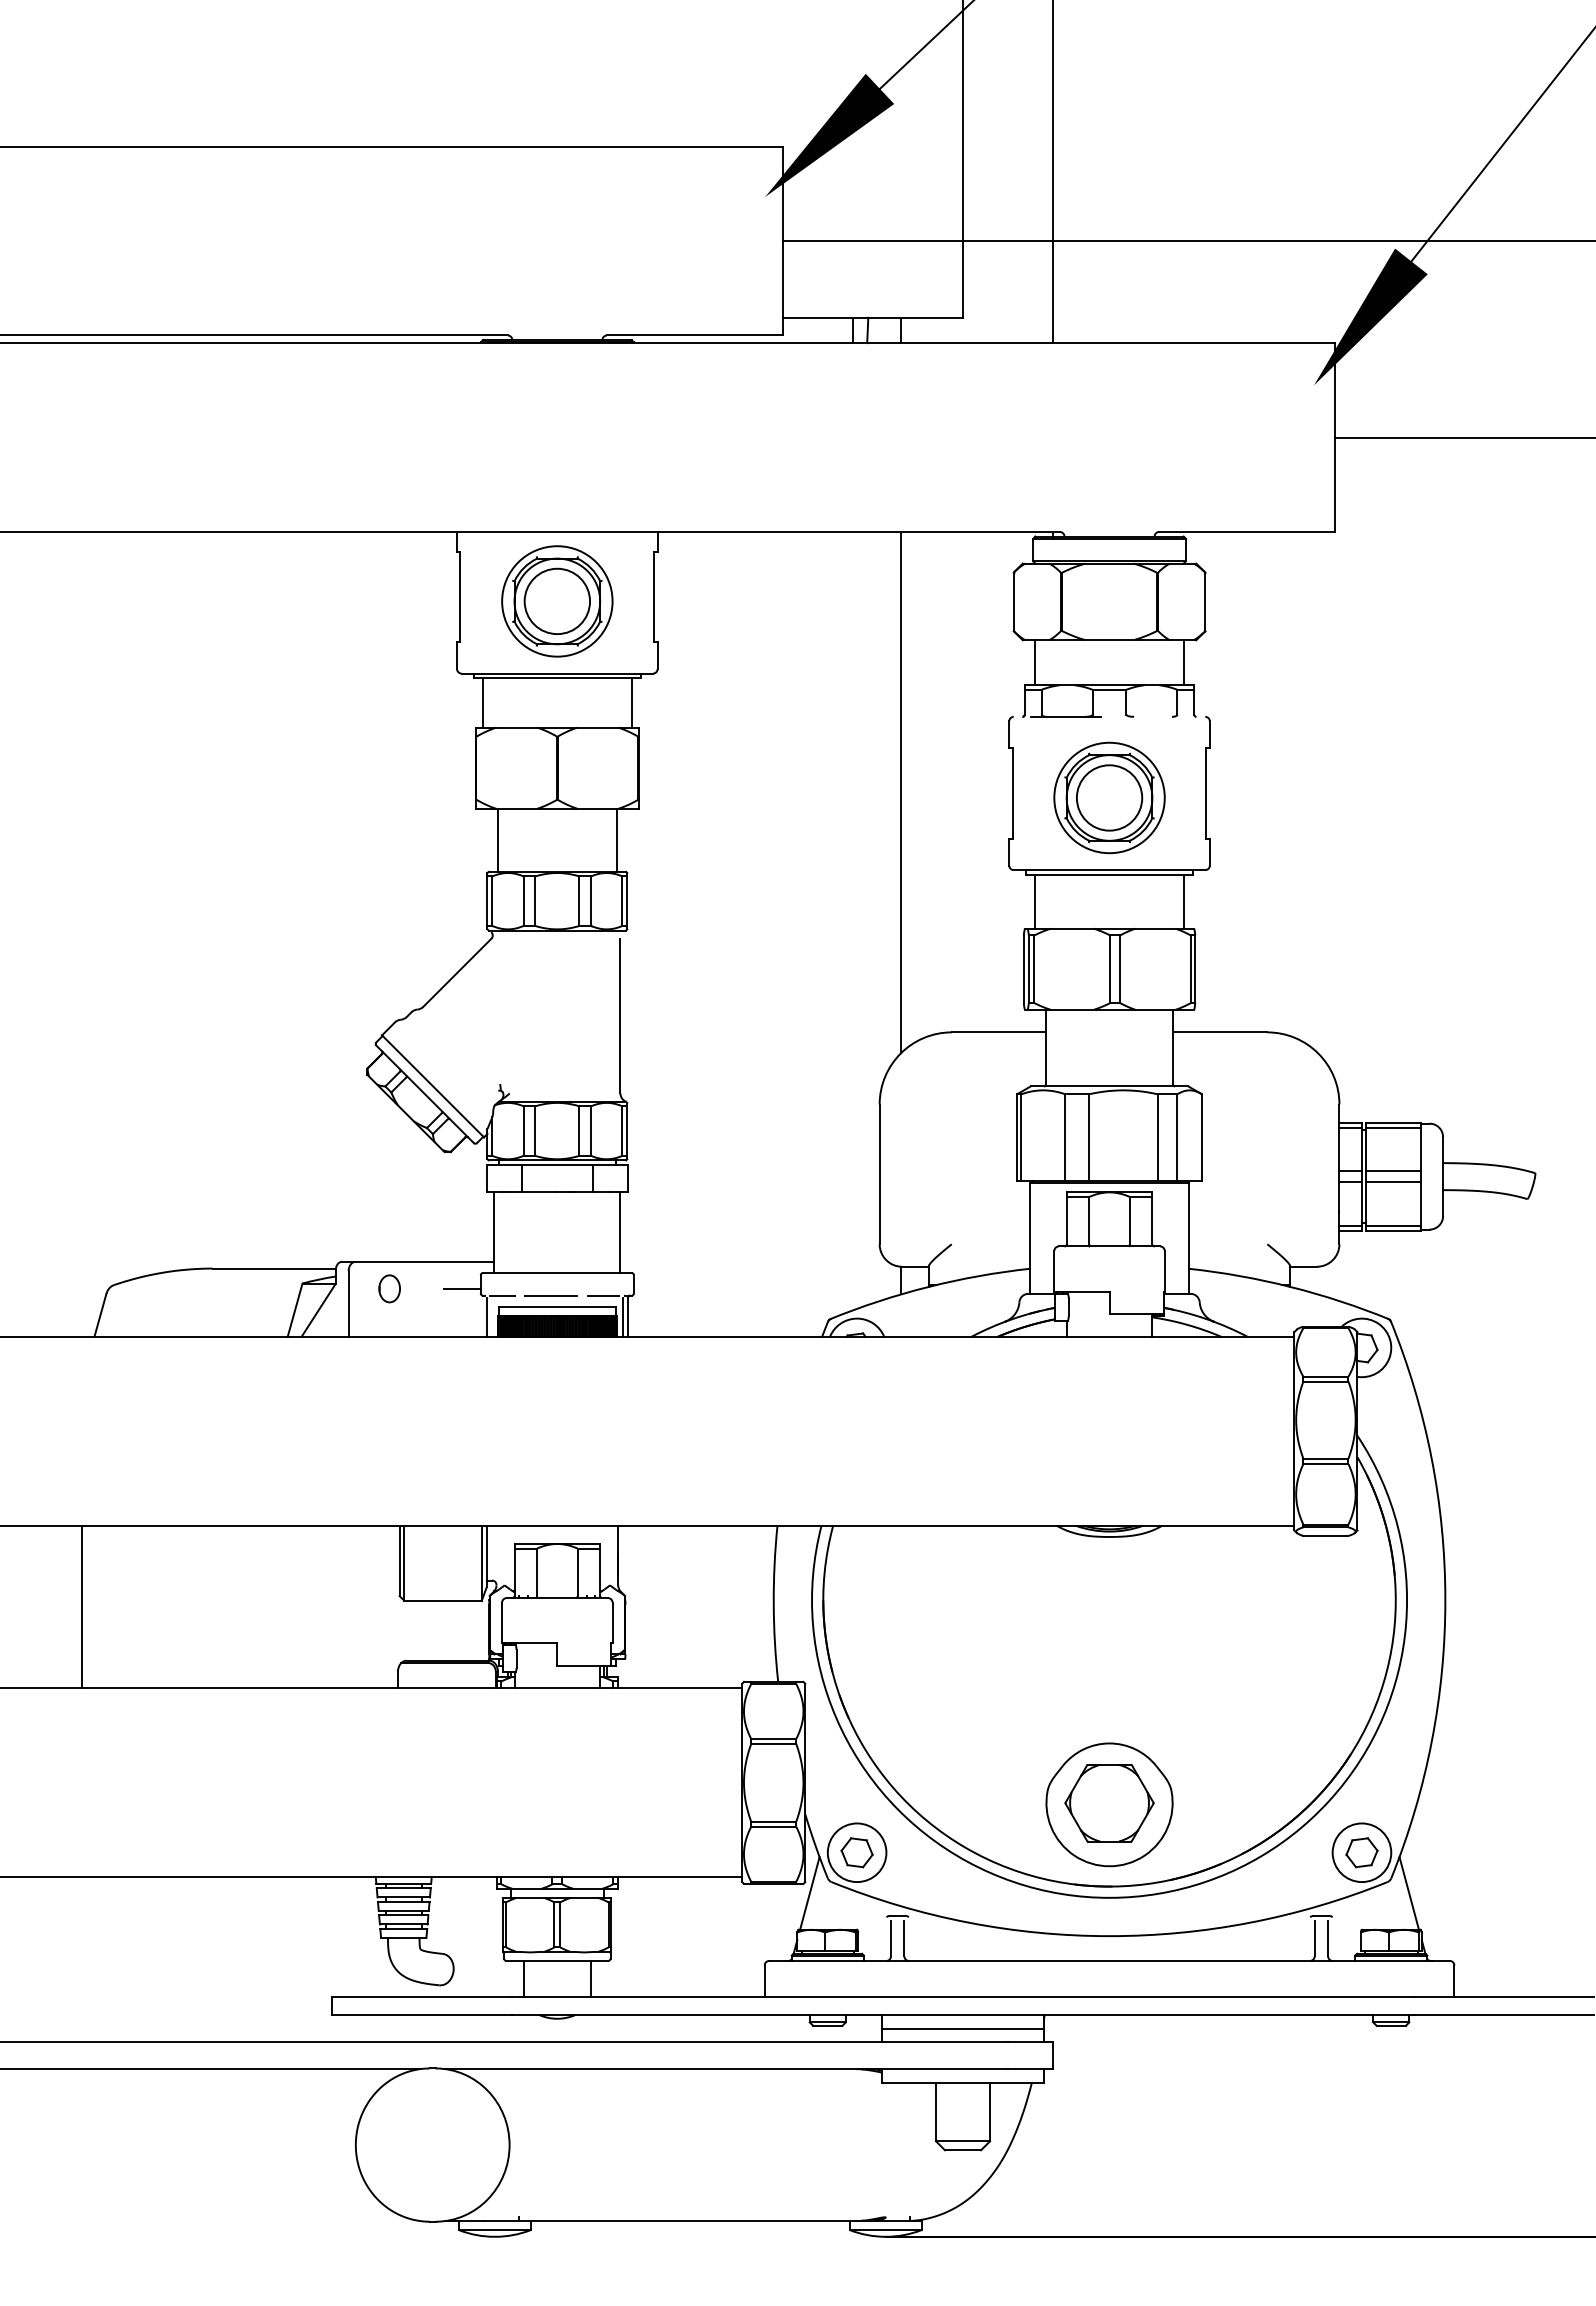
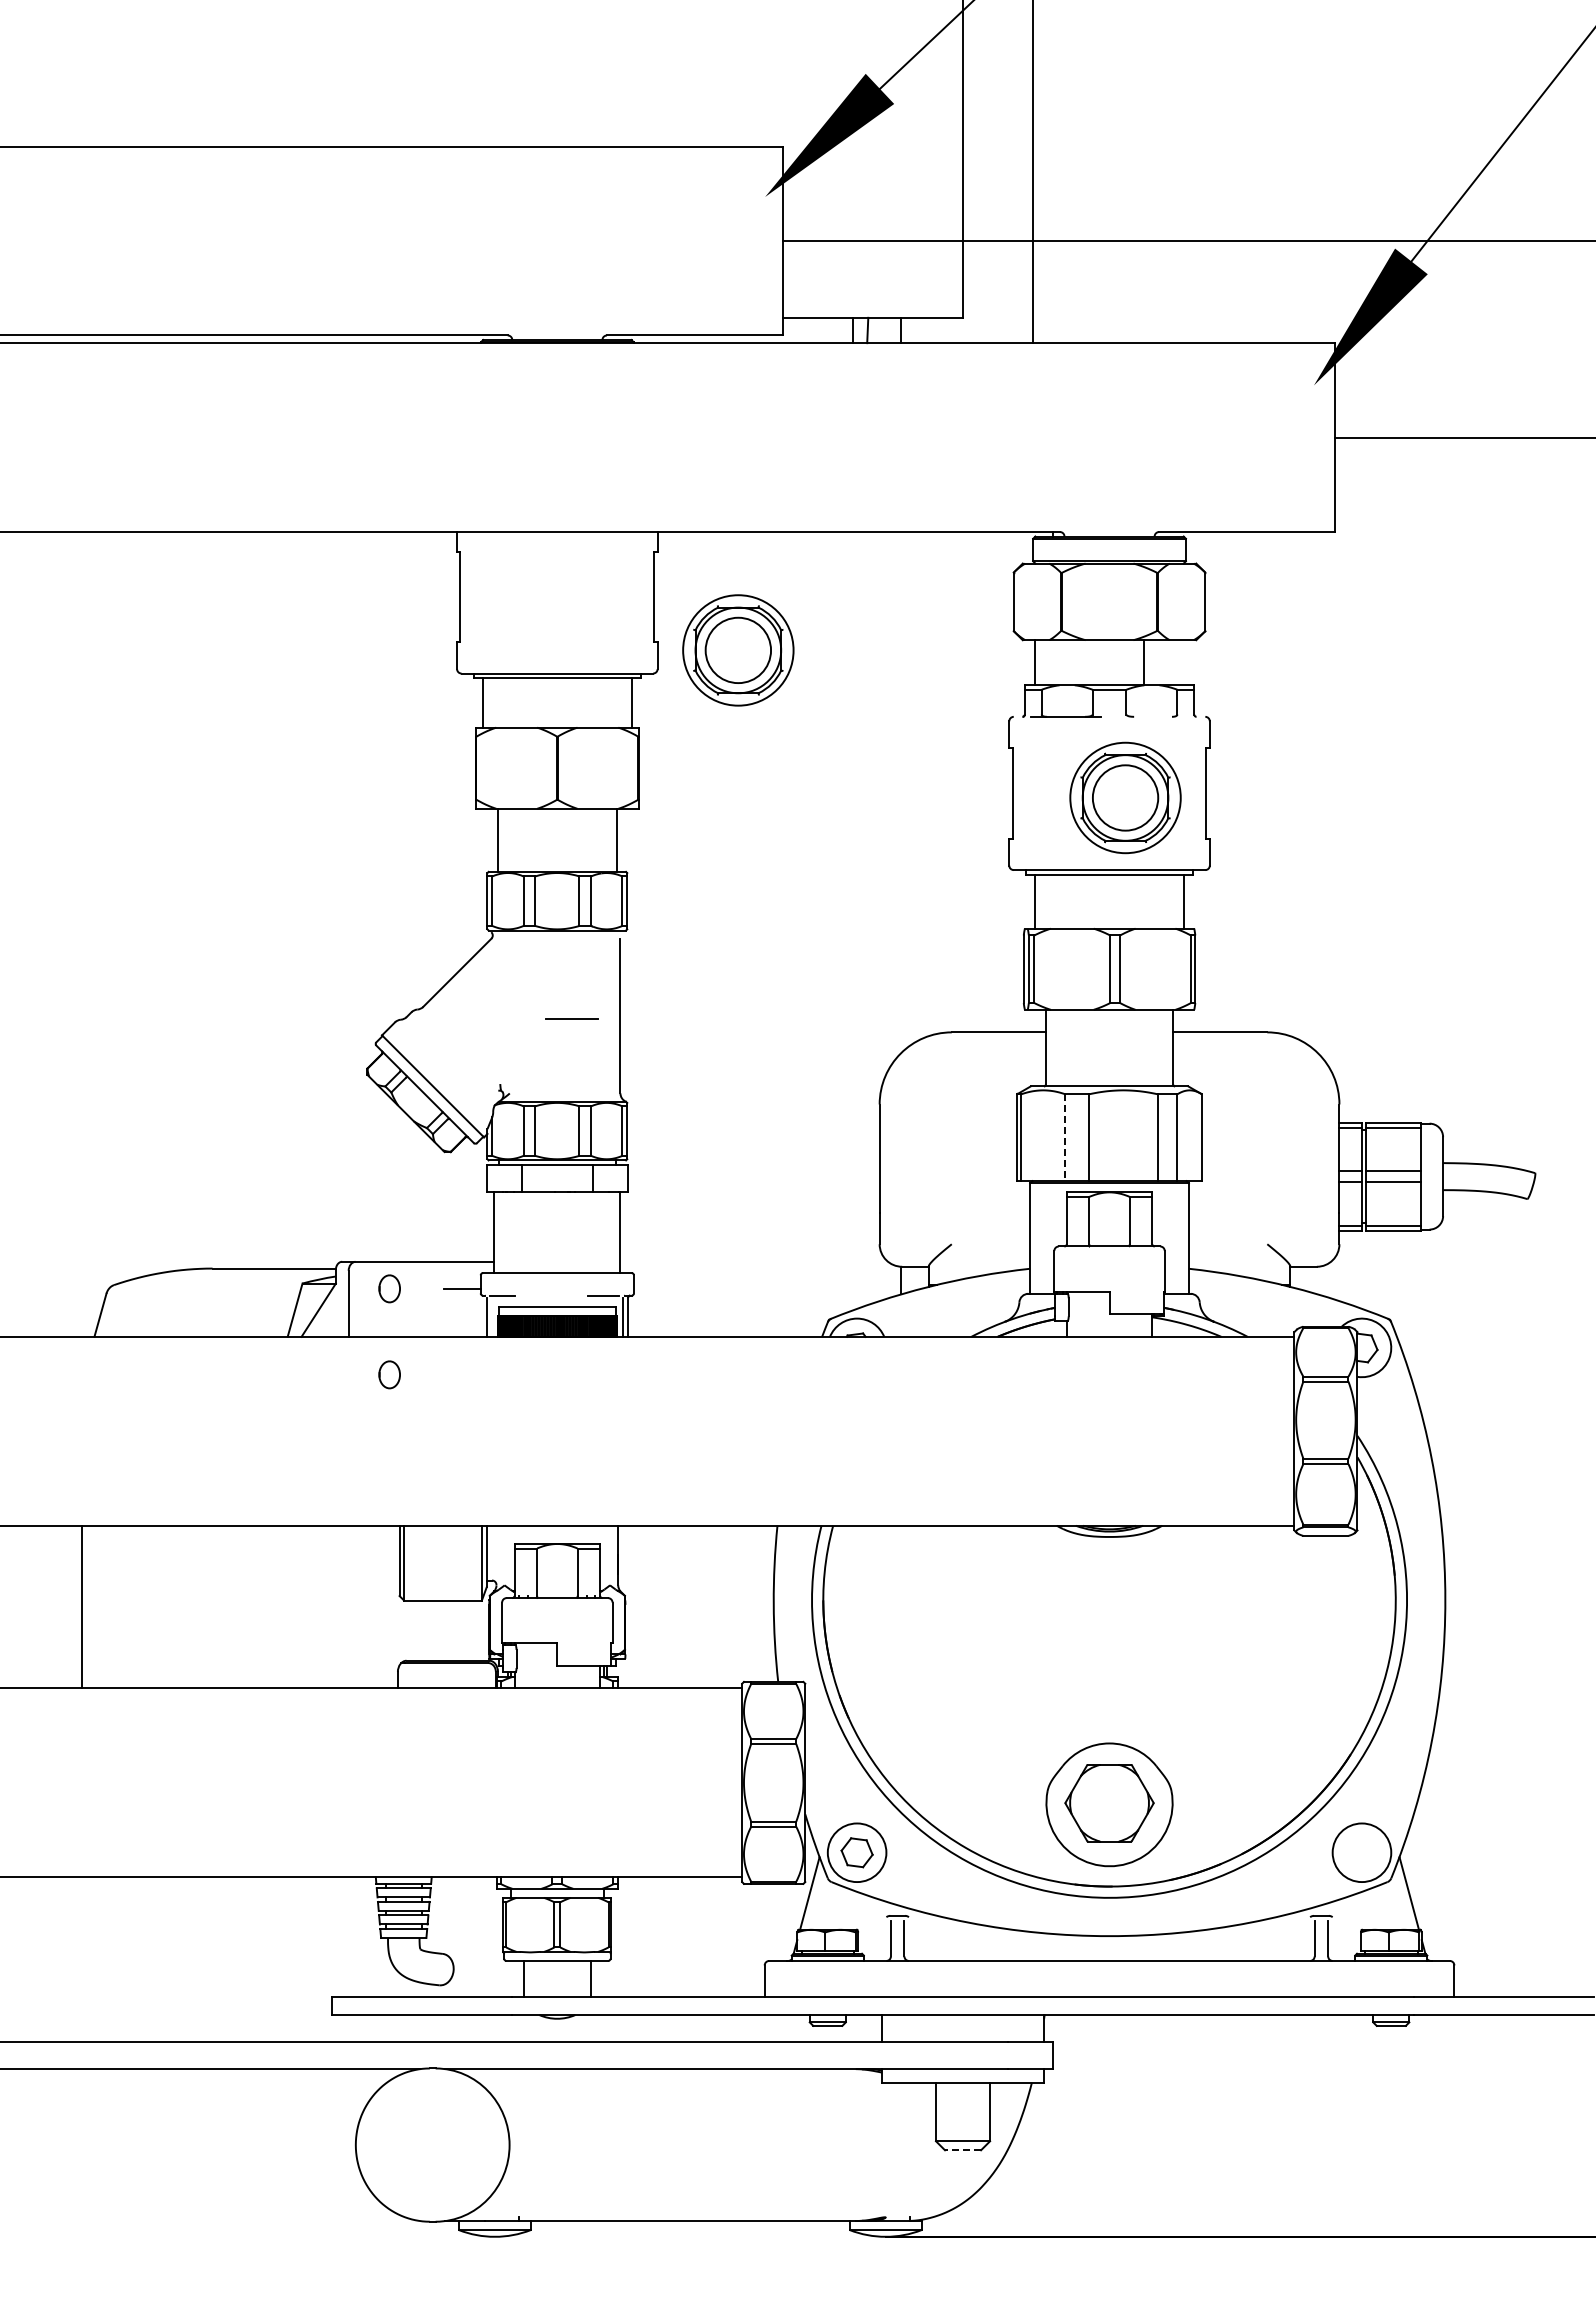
line at (1053, 172) position: (1053, 172) -> (1033, 172)
part at (557, 601) position: (557, 601) -> (738, 650)
line at (1184, 662) position: (1184, 662) -> (1144, 662)
line at (901, 792): present -> none
part at (1109, 797) position: (1109, 797) -> (1125, 797)
line at (1065, 1138): solid -> dashed
line at (550, 1295) position: (550, 1295) -> (571, 1018)
part at (389, 1374): none -> present
part at (1361, 1852): present -> none
line at (962, 2028): present -> none
line at (962, 2150): solid -> dashed
